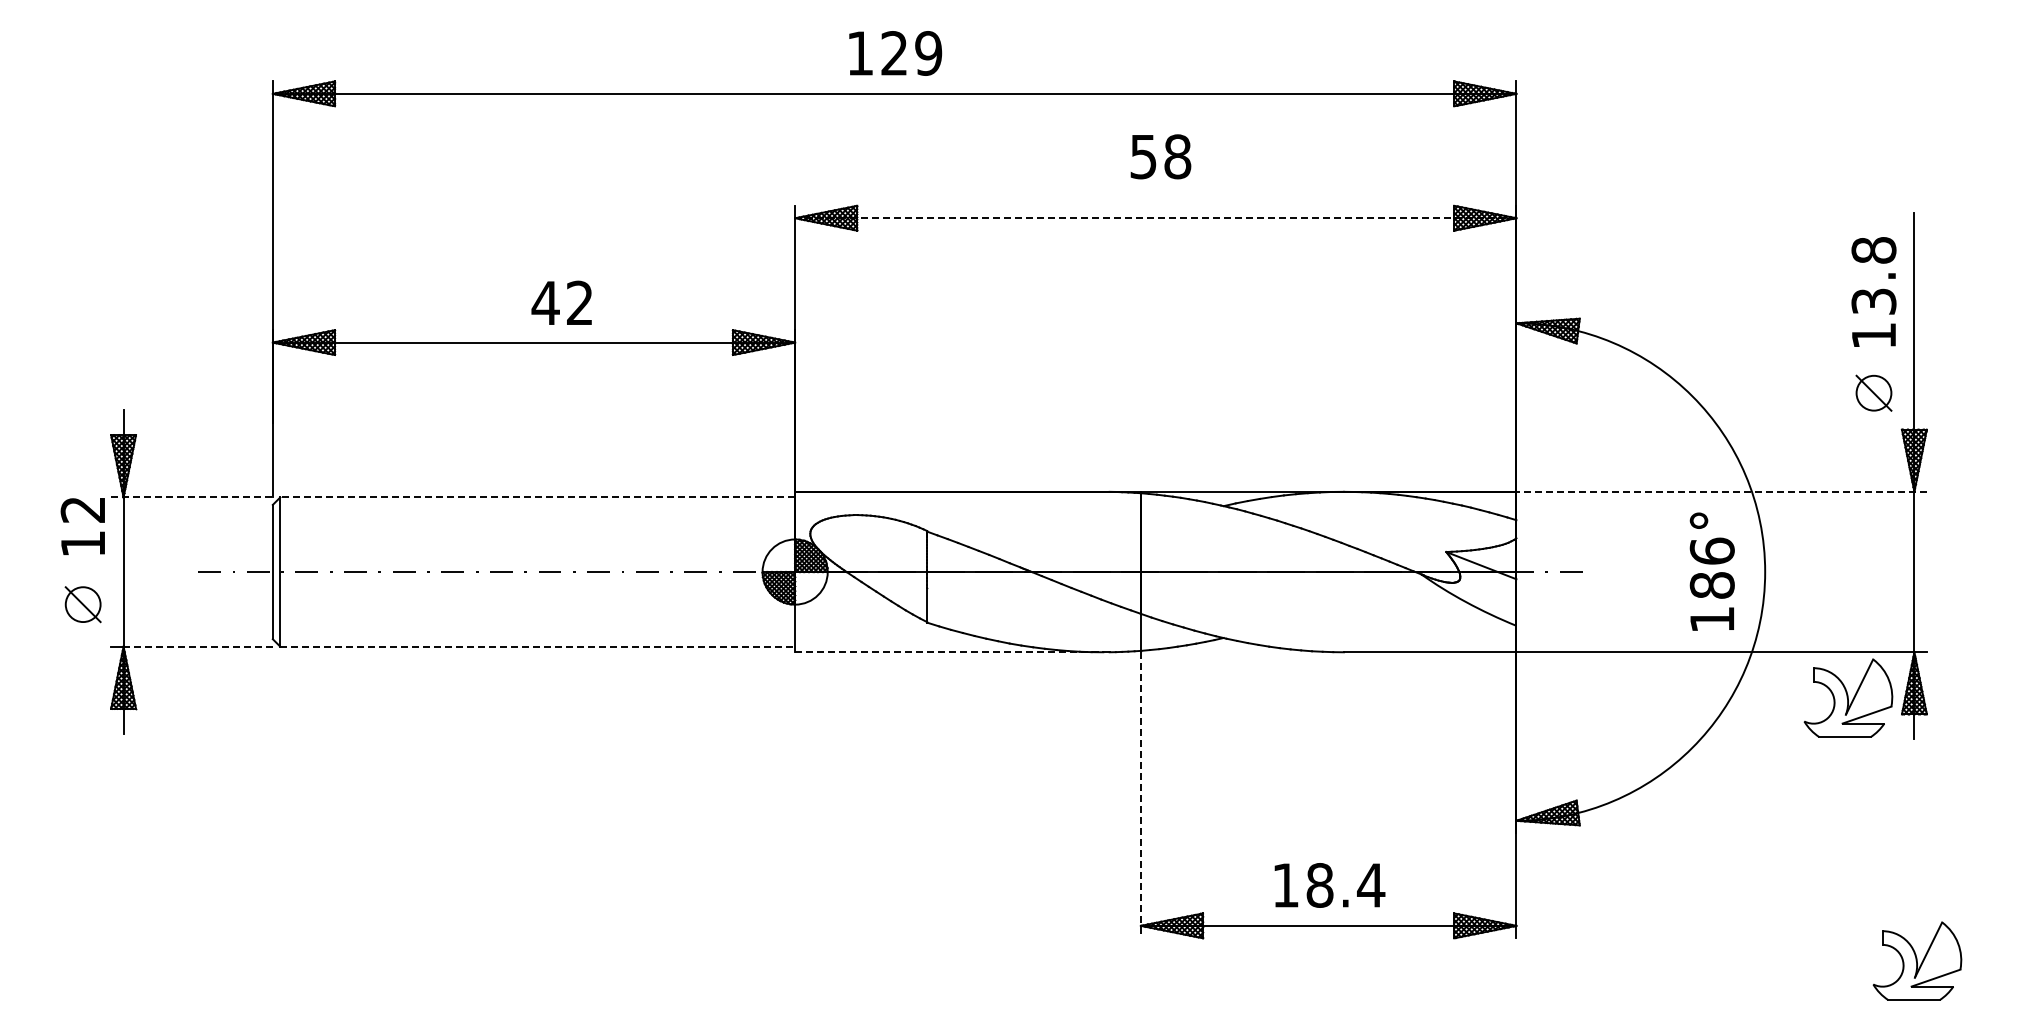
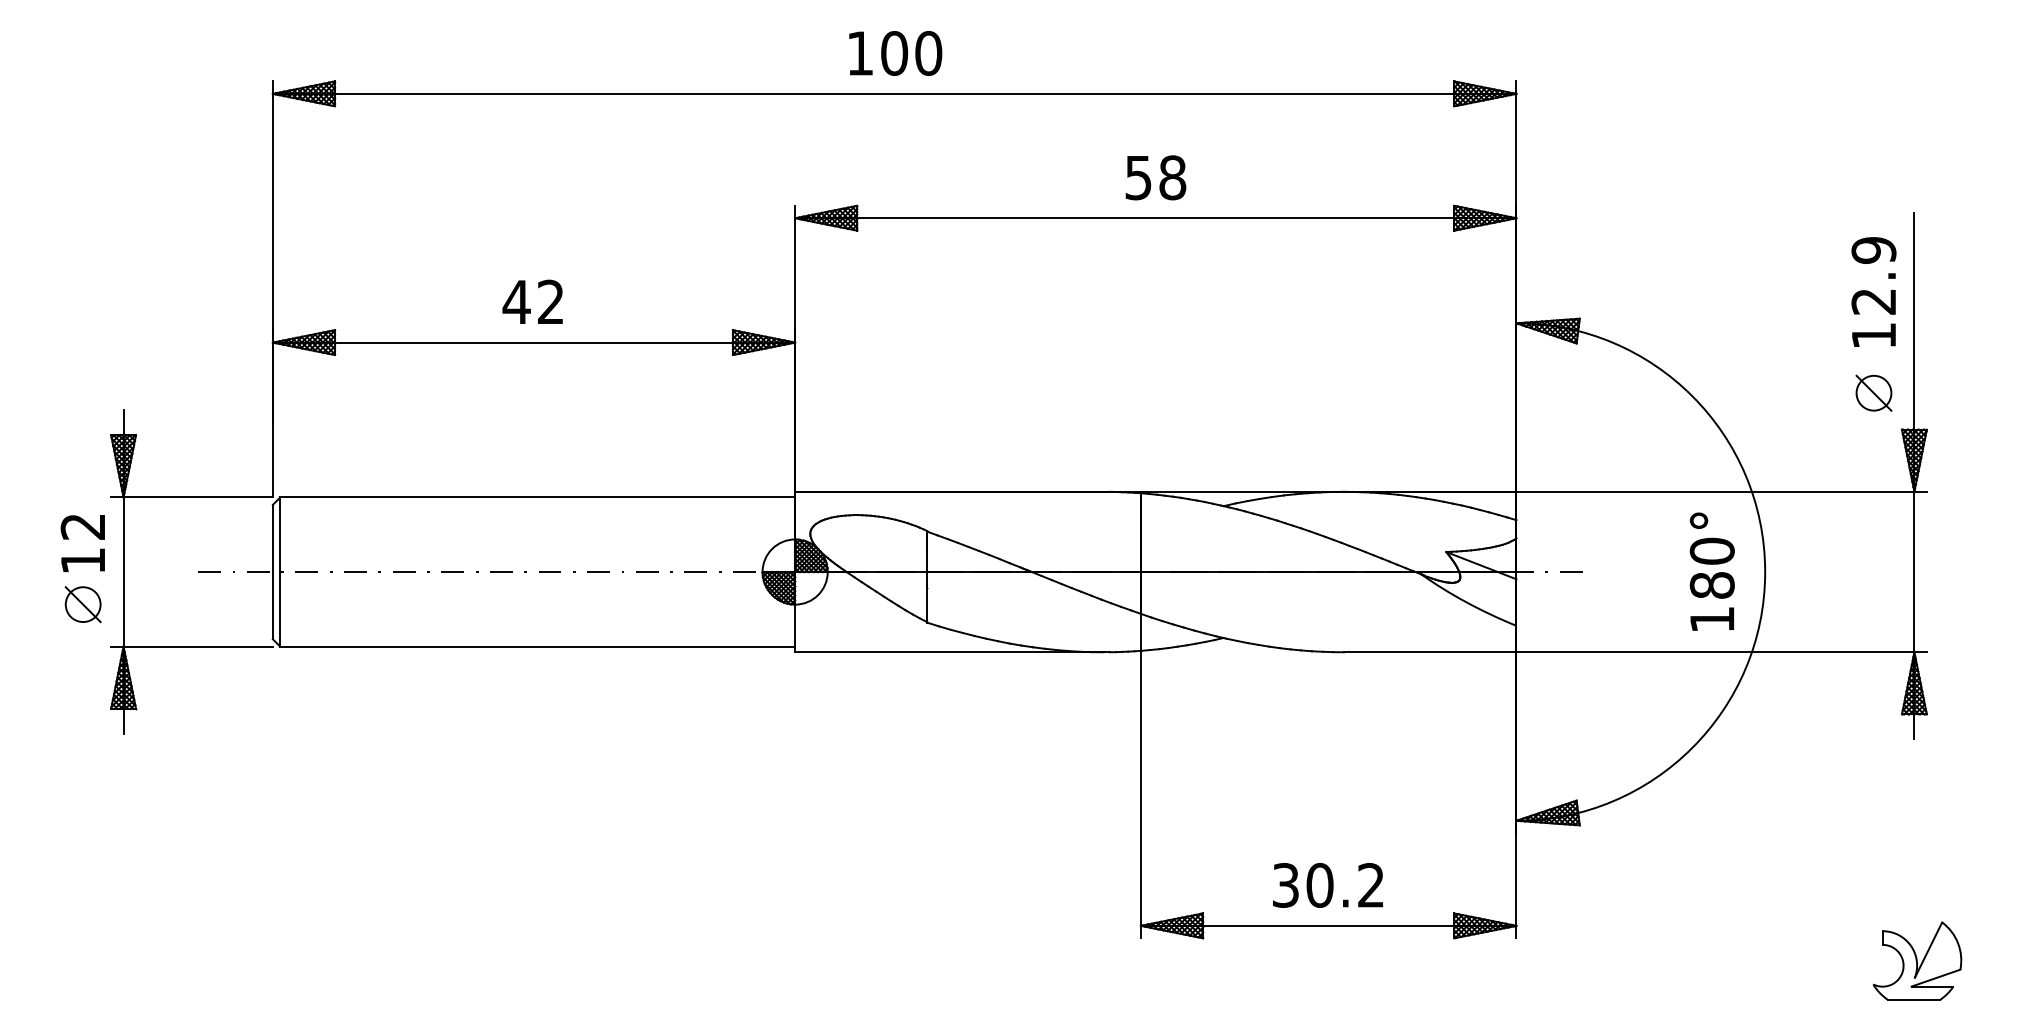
text at (911, 53): 129 -> 100
text at (1160, 156) position: (1160, 156) -> (1155, 177)
line at (1155, 218): dashed -> solid
text at (1873, 275): 13.8 -> 12.9
text at (561, 302) position: (561, 302) -> (532, 301)
line at (1721, 491): dashed -> solid
line at (192, 497): dashed -> solid
line at (537, 497): dashed -> solid
text at (82, 526) position: (82, 526) -> (82, 543)
text at (1711, 550): 186° -> 180°
line at (198, 646): dashed -> solid
line at (538, 646): dashed -> solid
line at (949, 652): dashed -> solid
part at (1848, 697): present -> none
line at (1140, 795): dashed -> solid
text at (1329, 885): 18.4 -> 30.2
